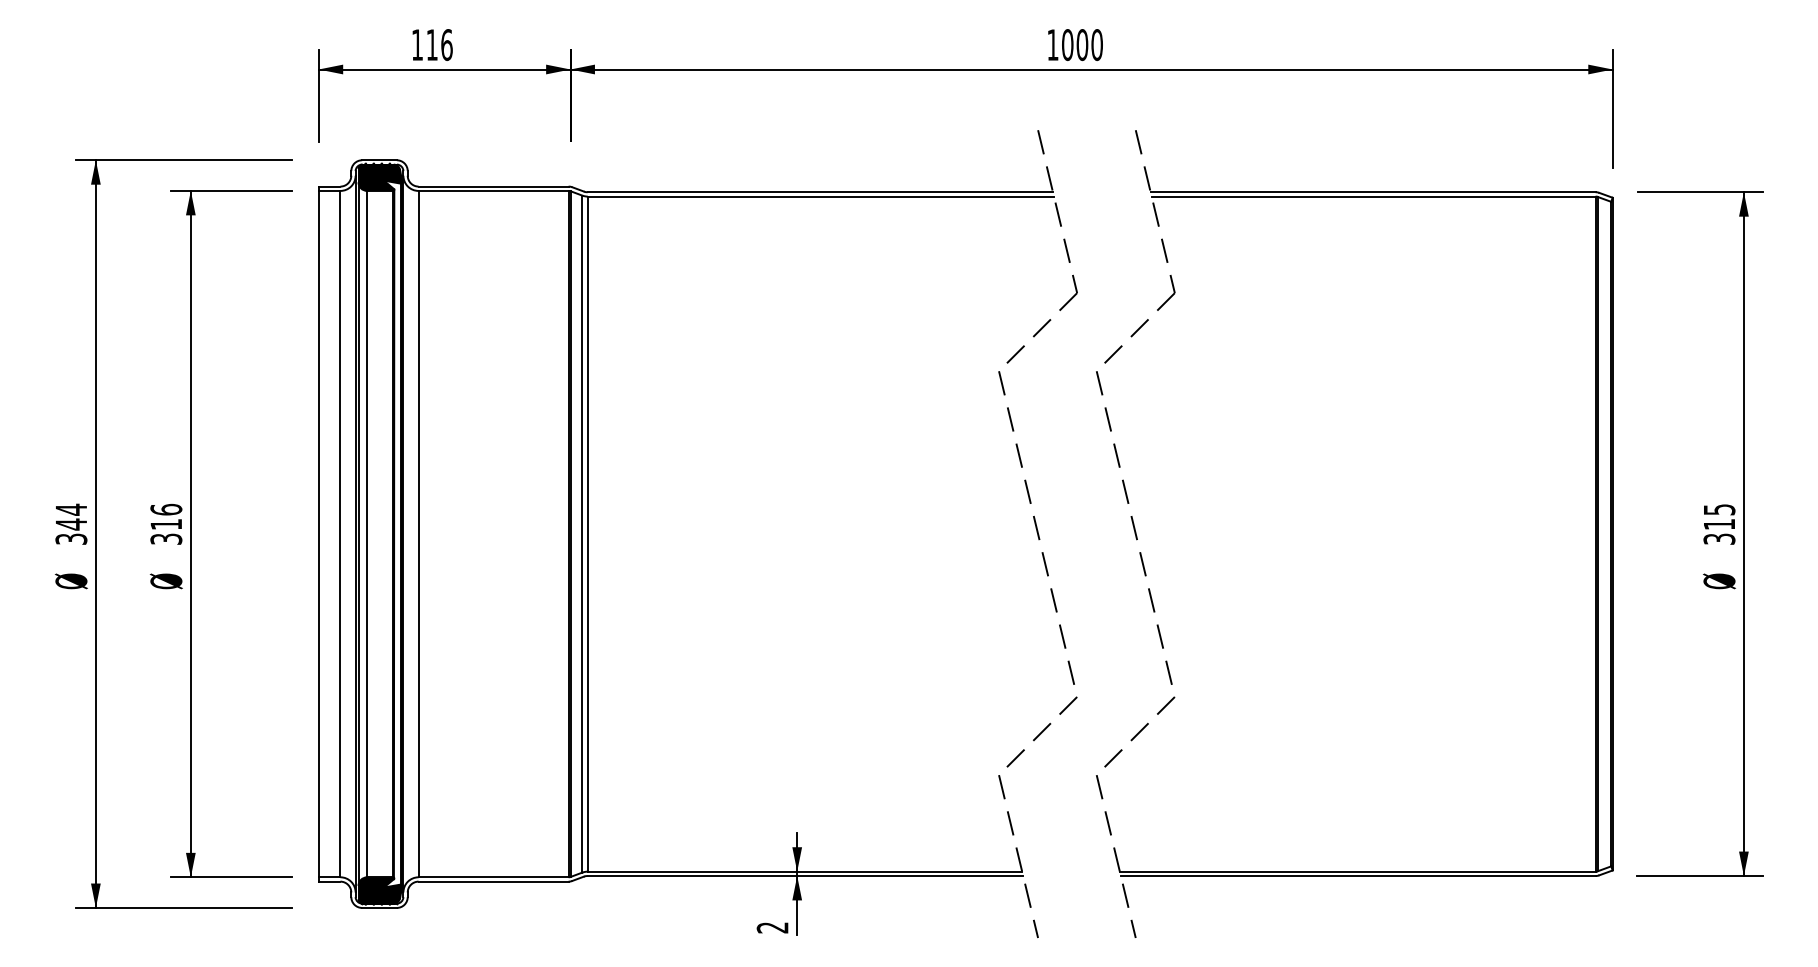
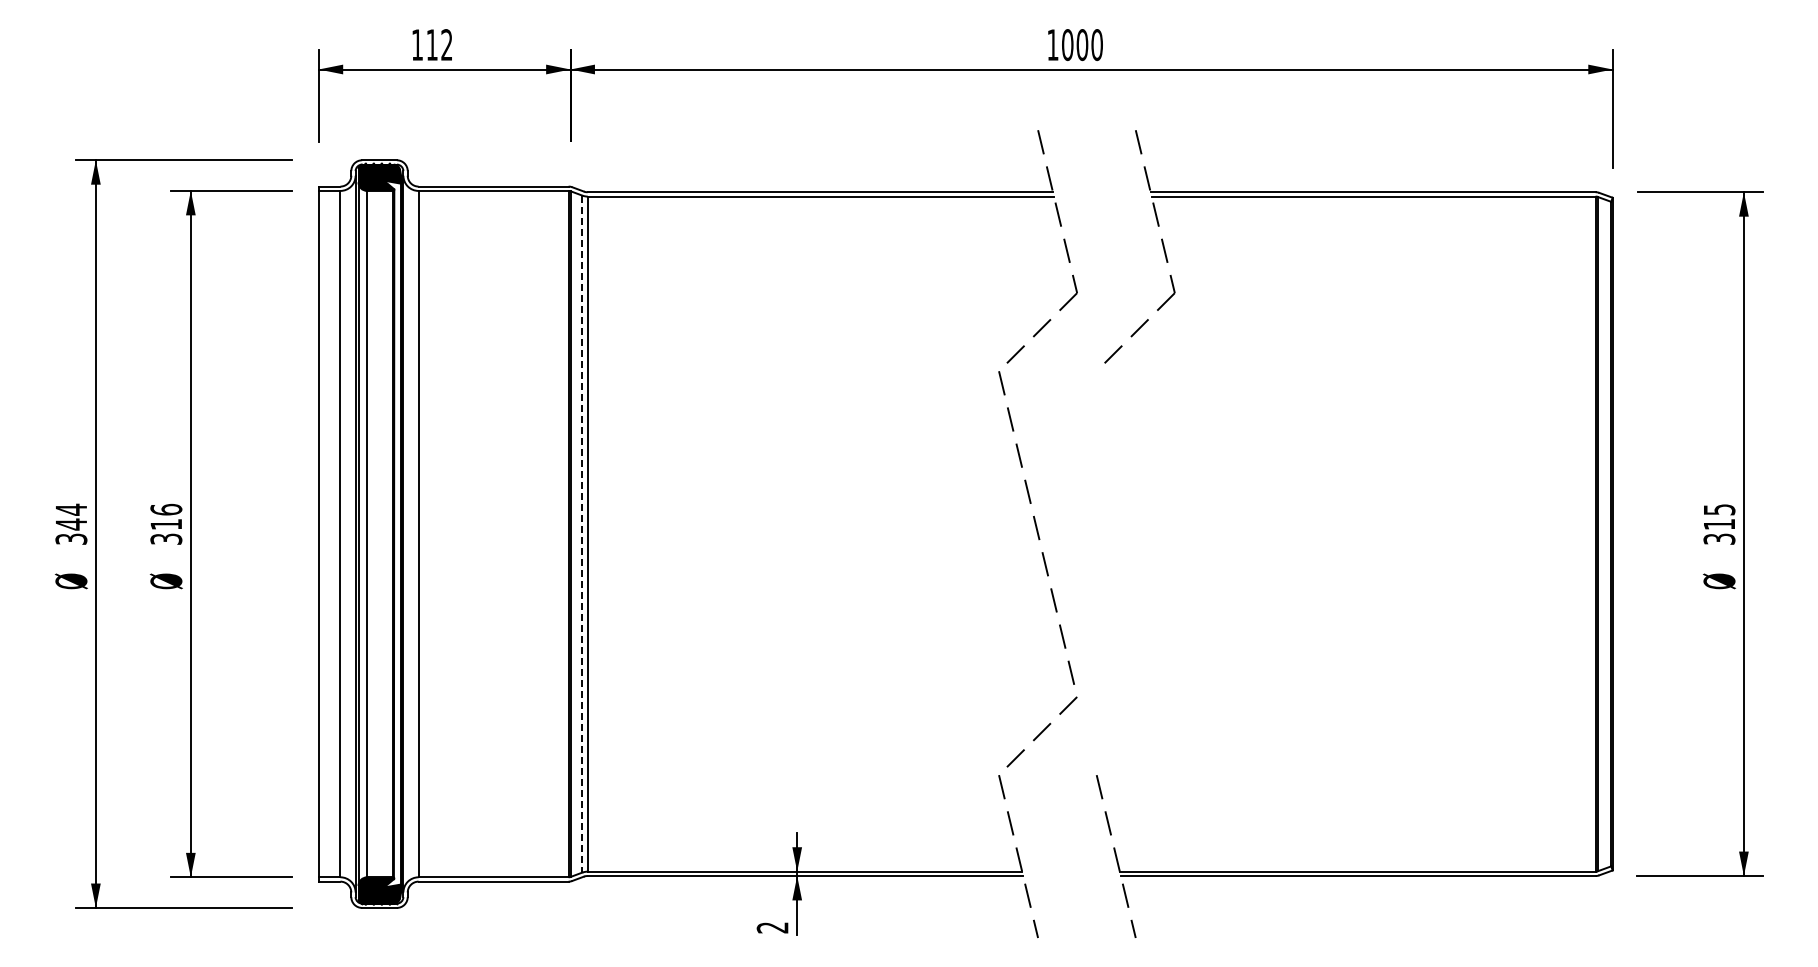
text at (446, 45): 116 -> 112
line at (582, 534): solid -> dashed
part at (1142, 567): present -> none
